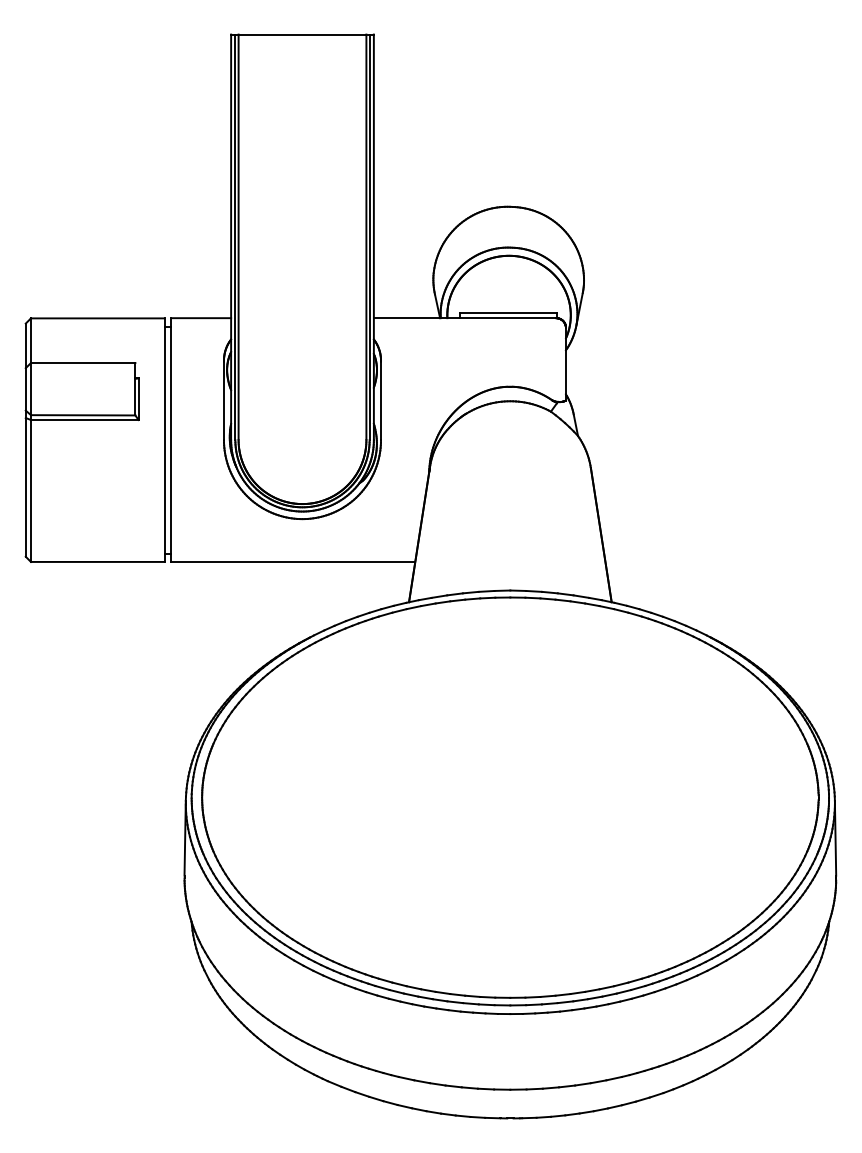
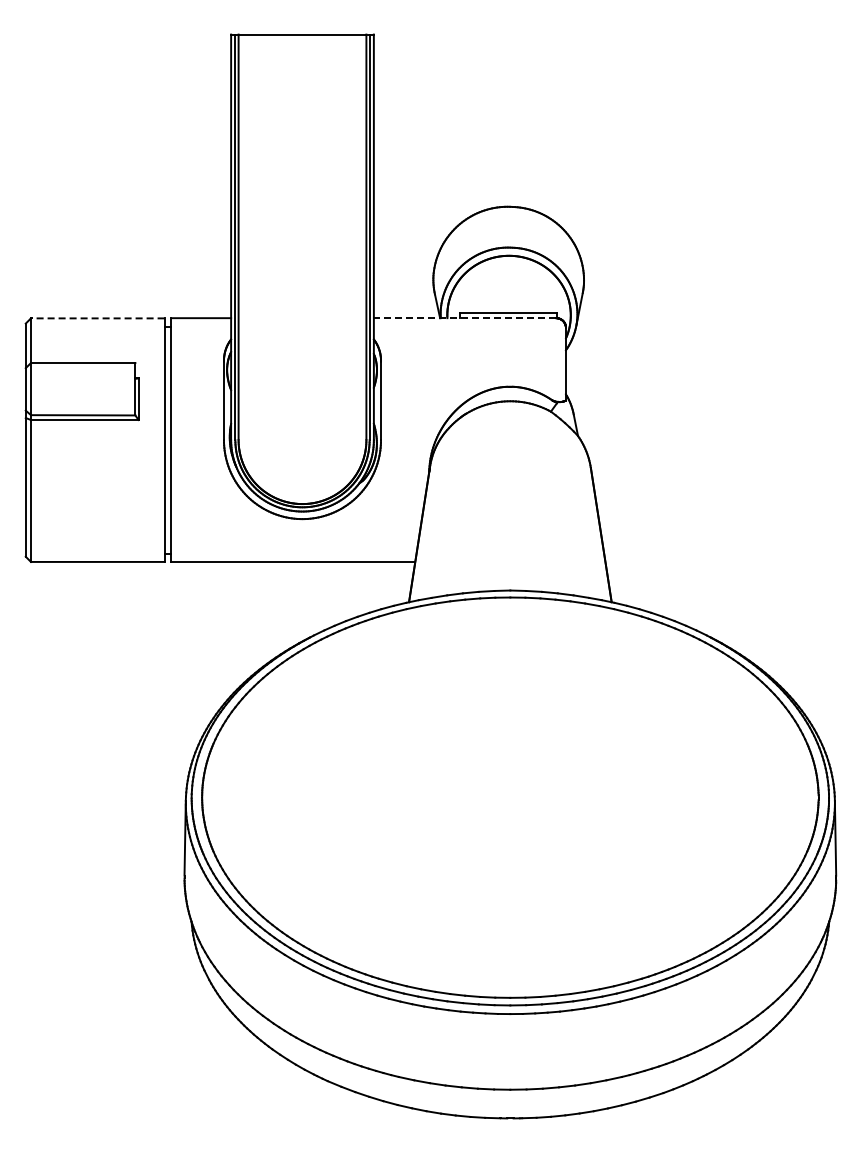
line at (97, 318): solid -> dashed
line at (464, 318): solid -> dashed
